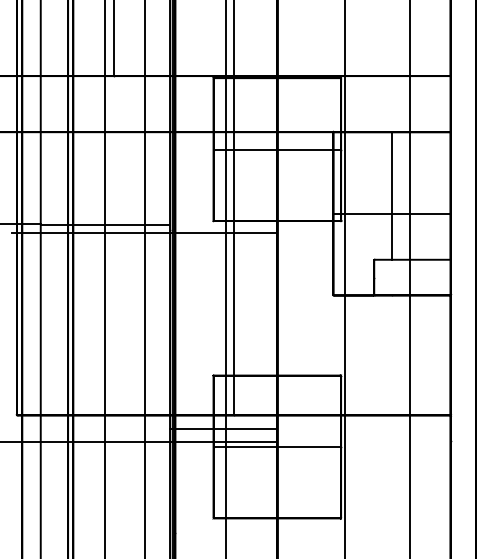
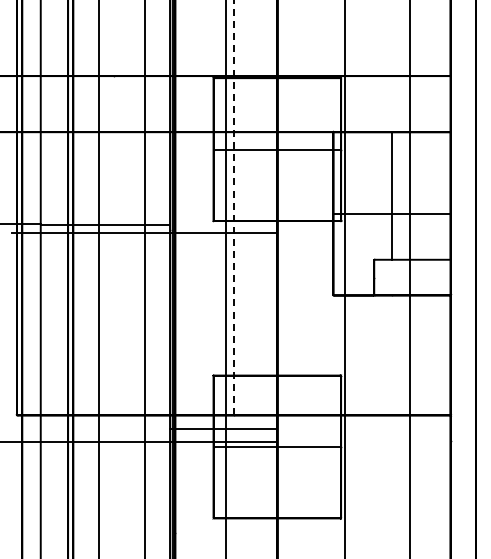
line at (113, 39): present -> none
line at (233, 207): solid -> dashed
line at (105, 278) position: (105, 278) -> (99, 278)
